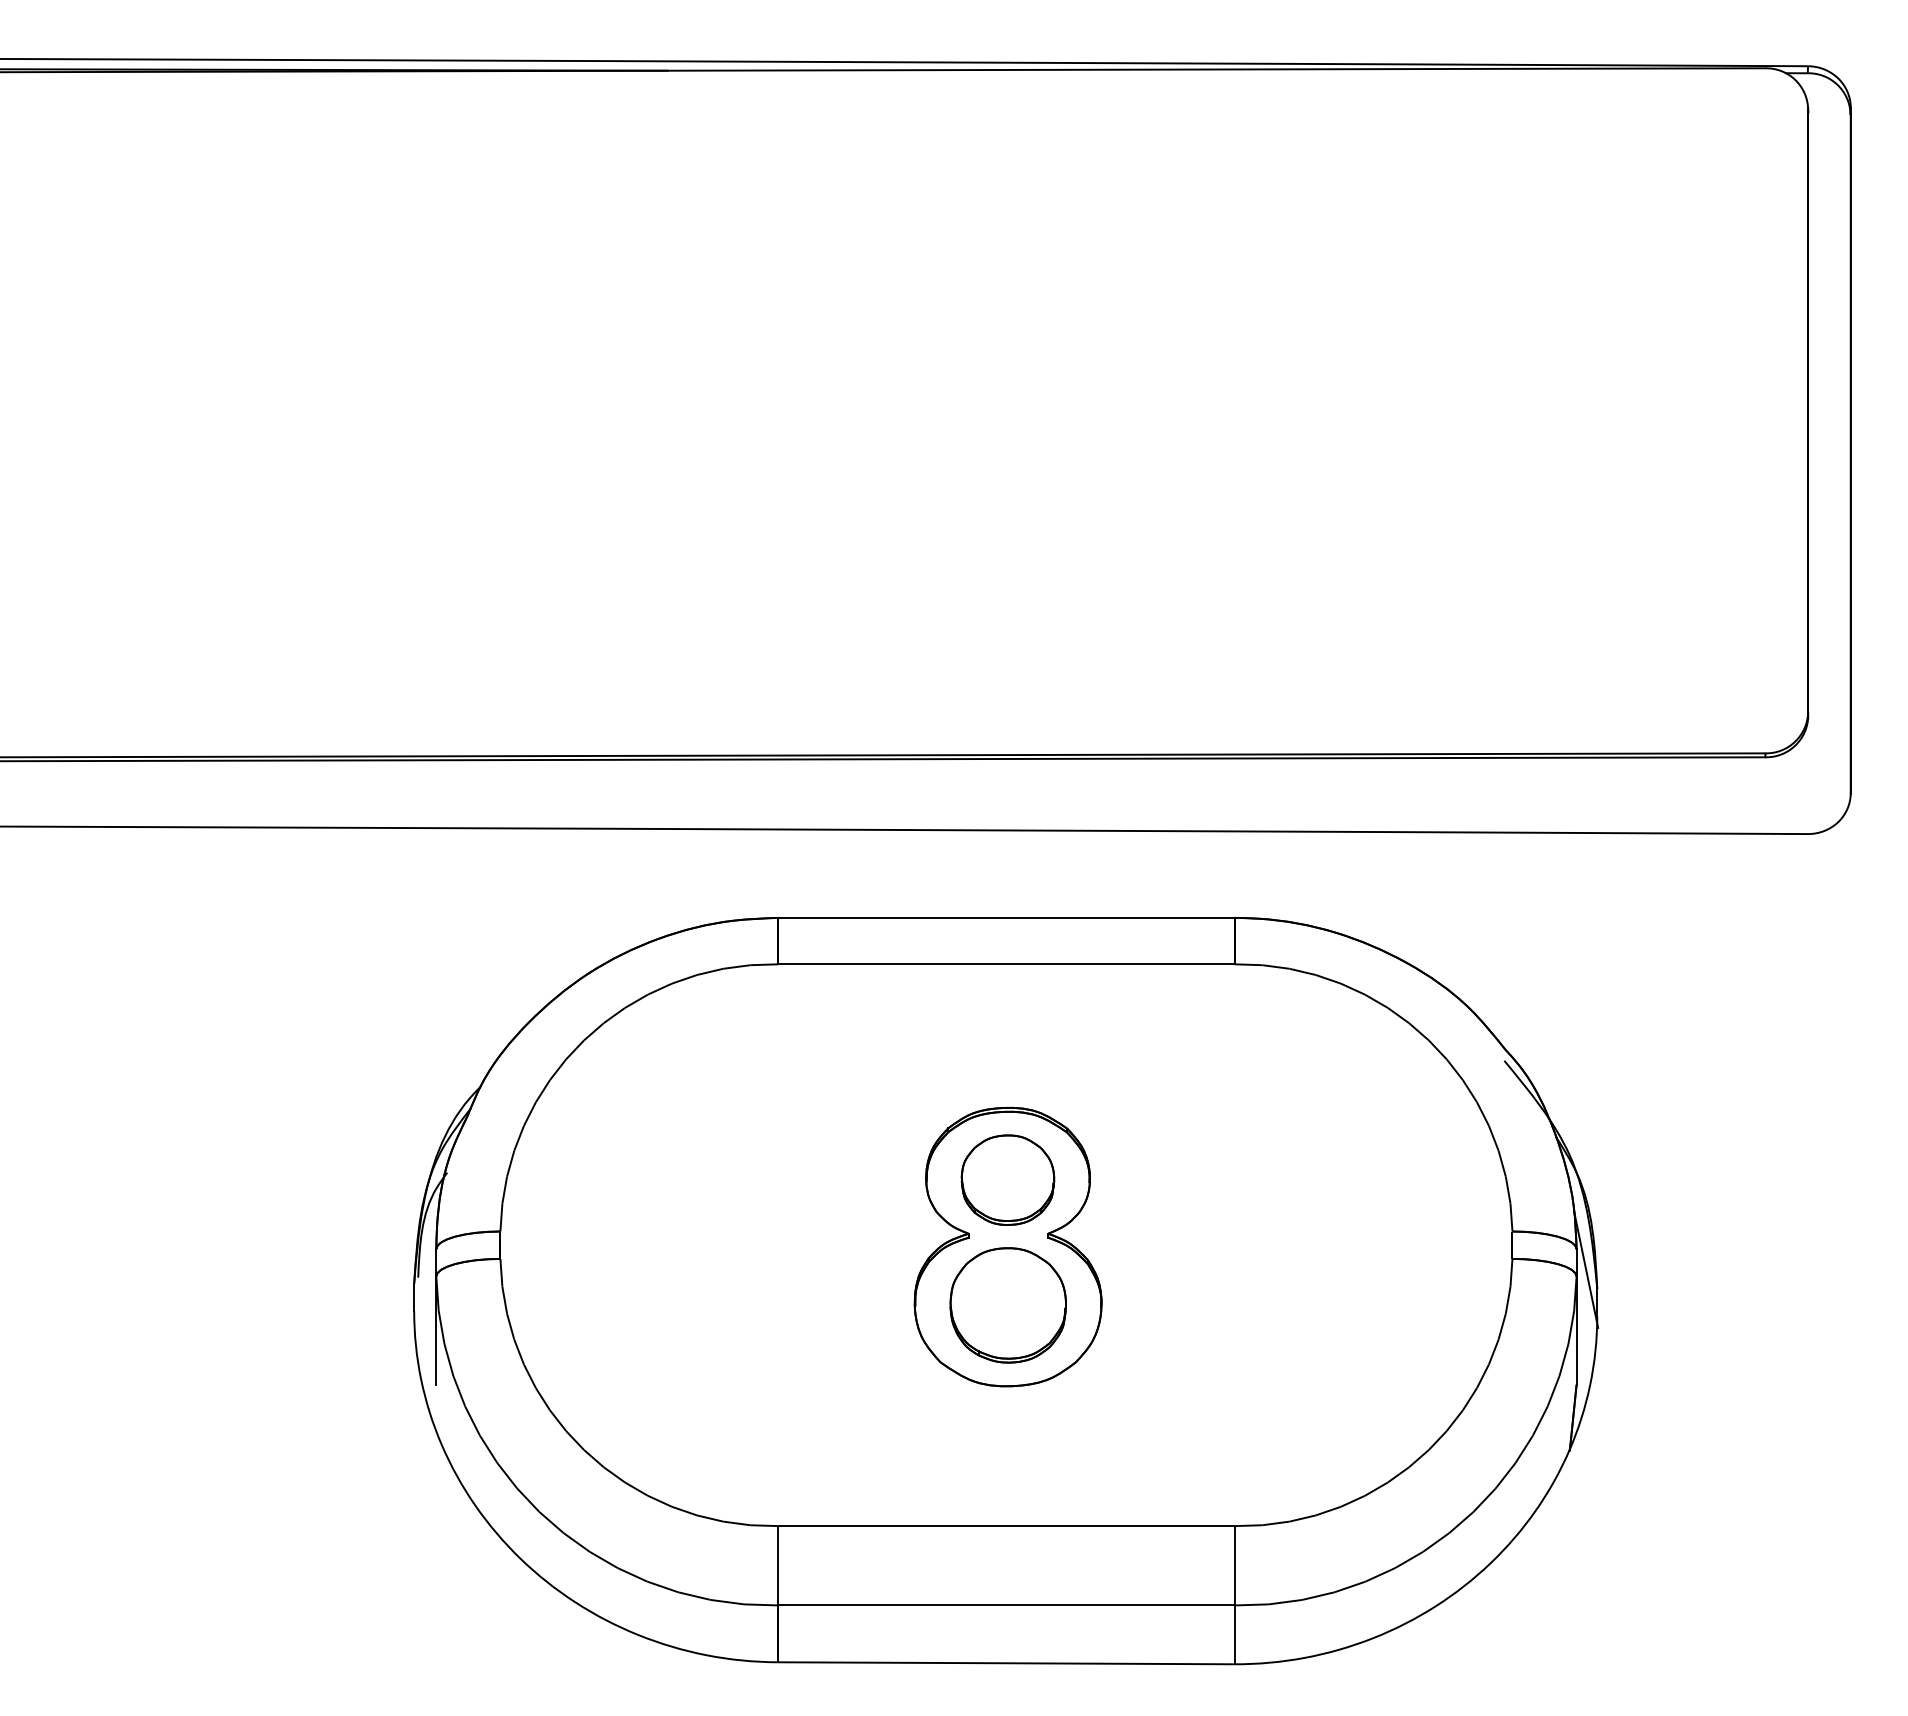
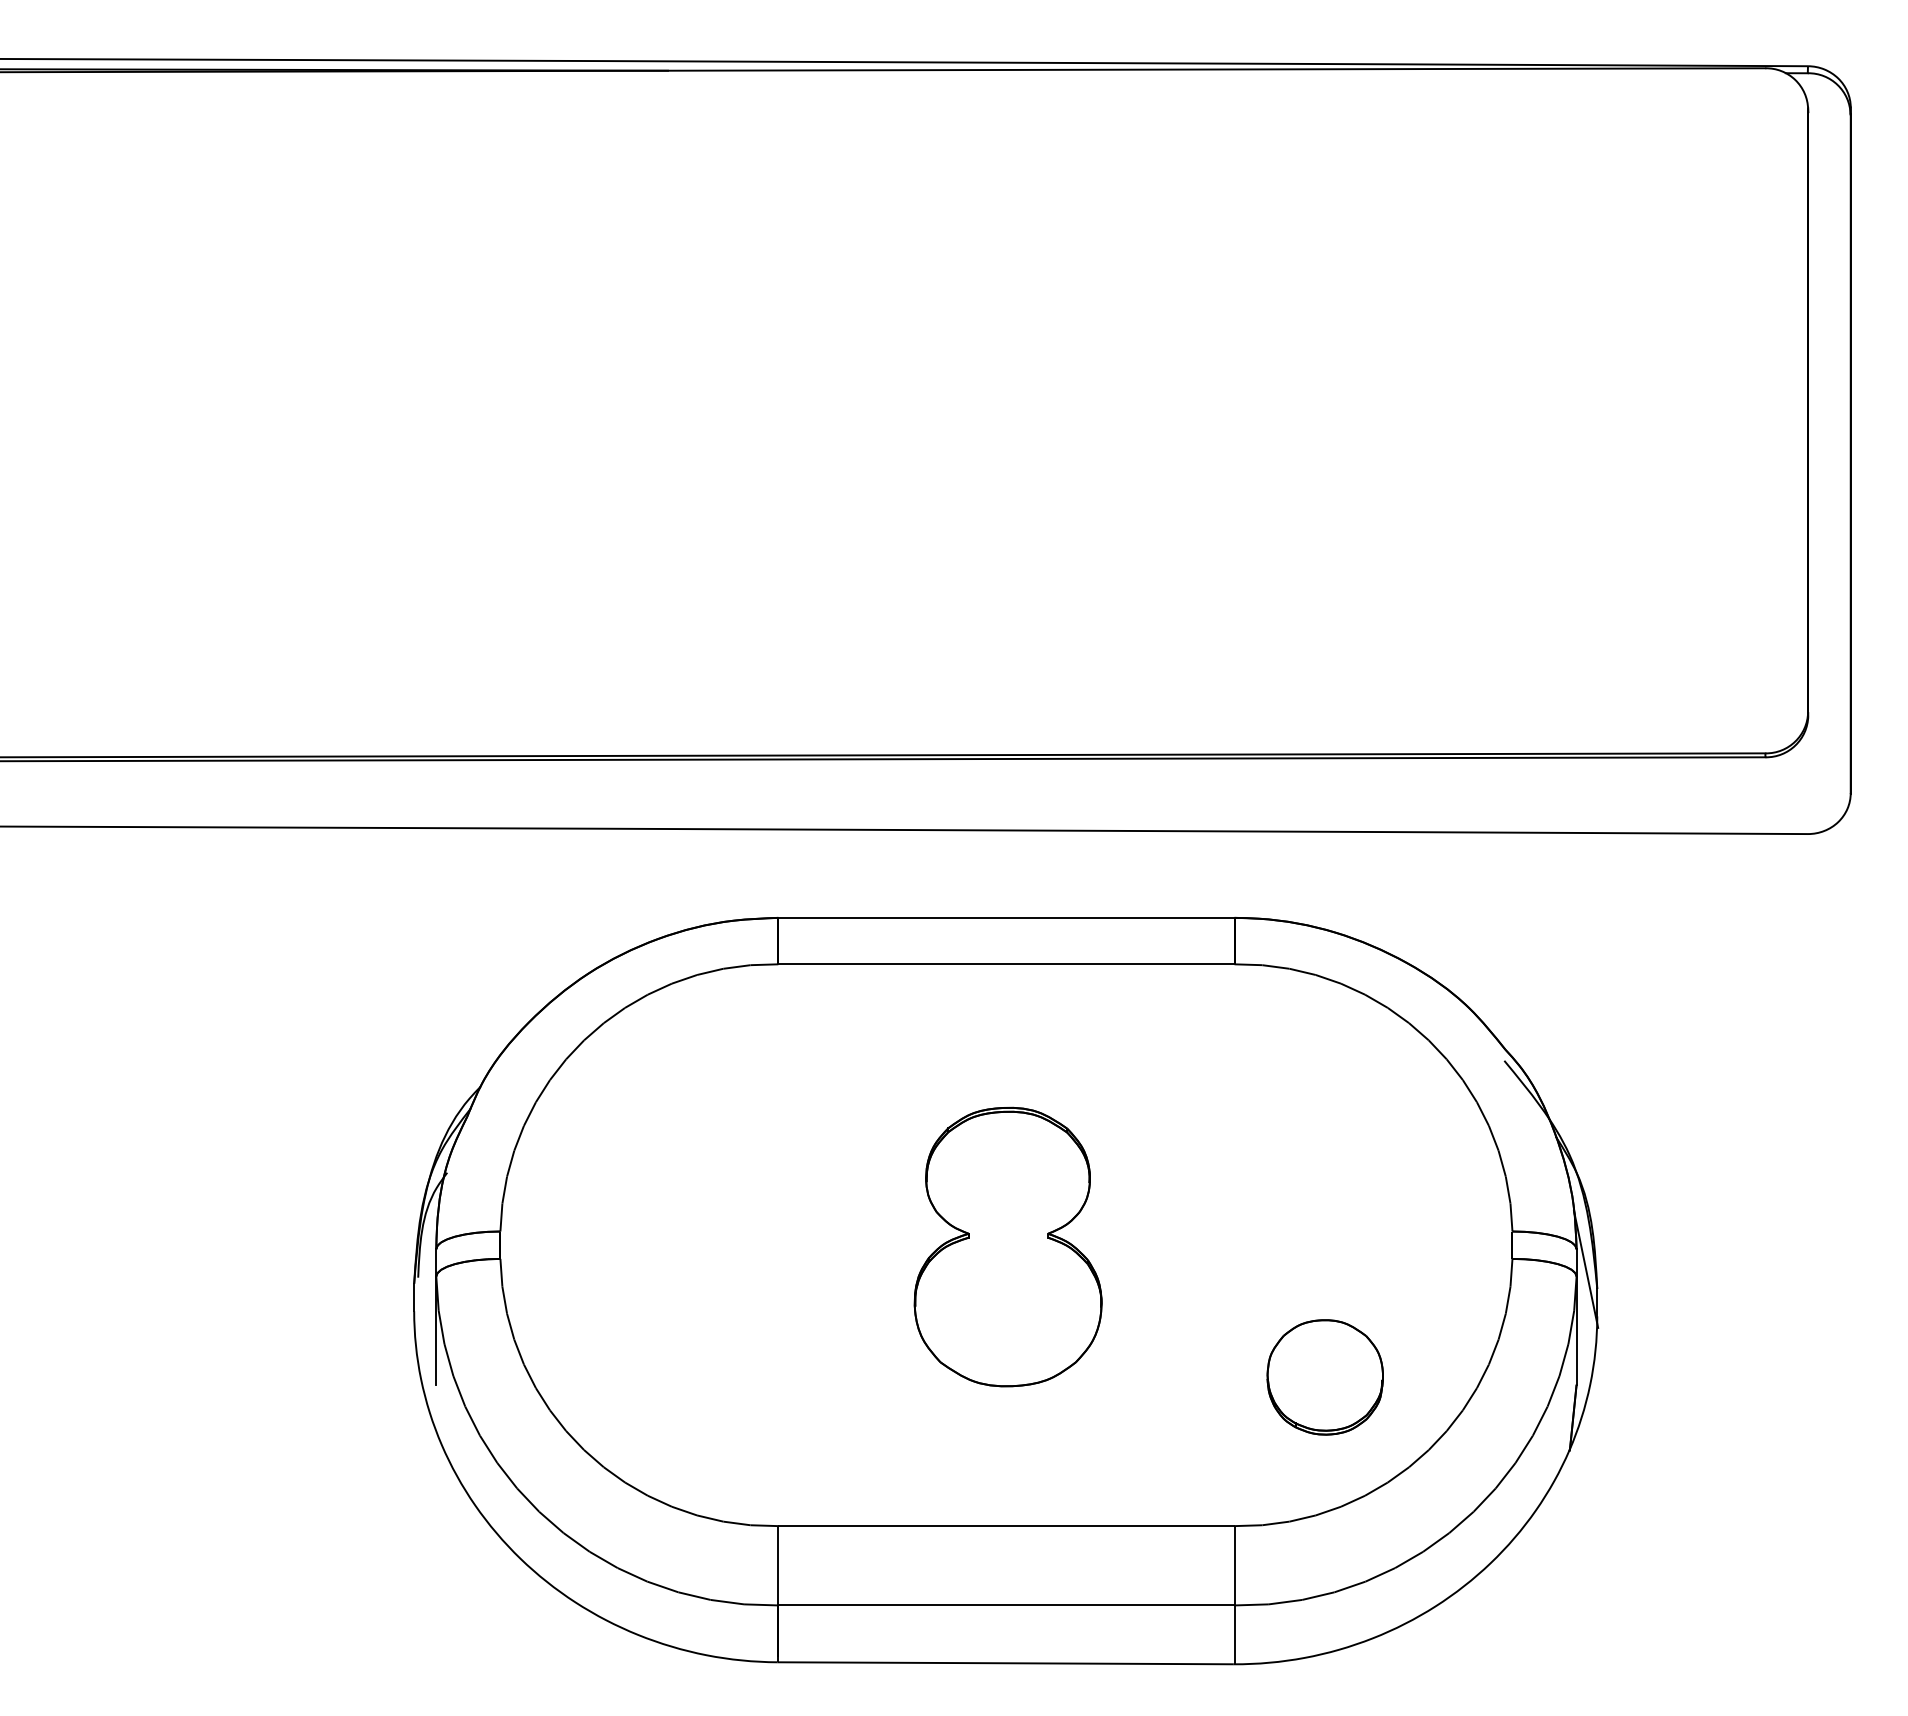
part at (1007, 1179): present -> none
part at (1007, 1305) position: (1007, 1305) -> (1324, 1377)
